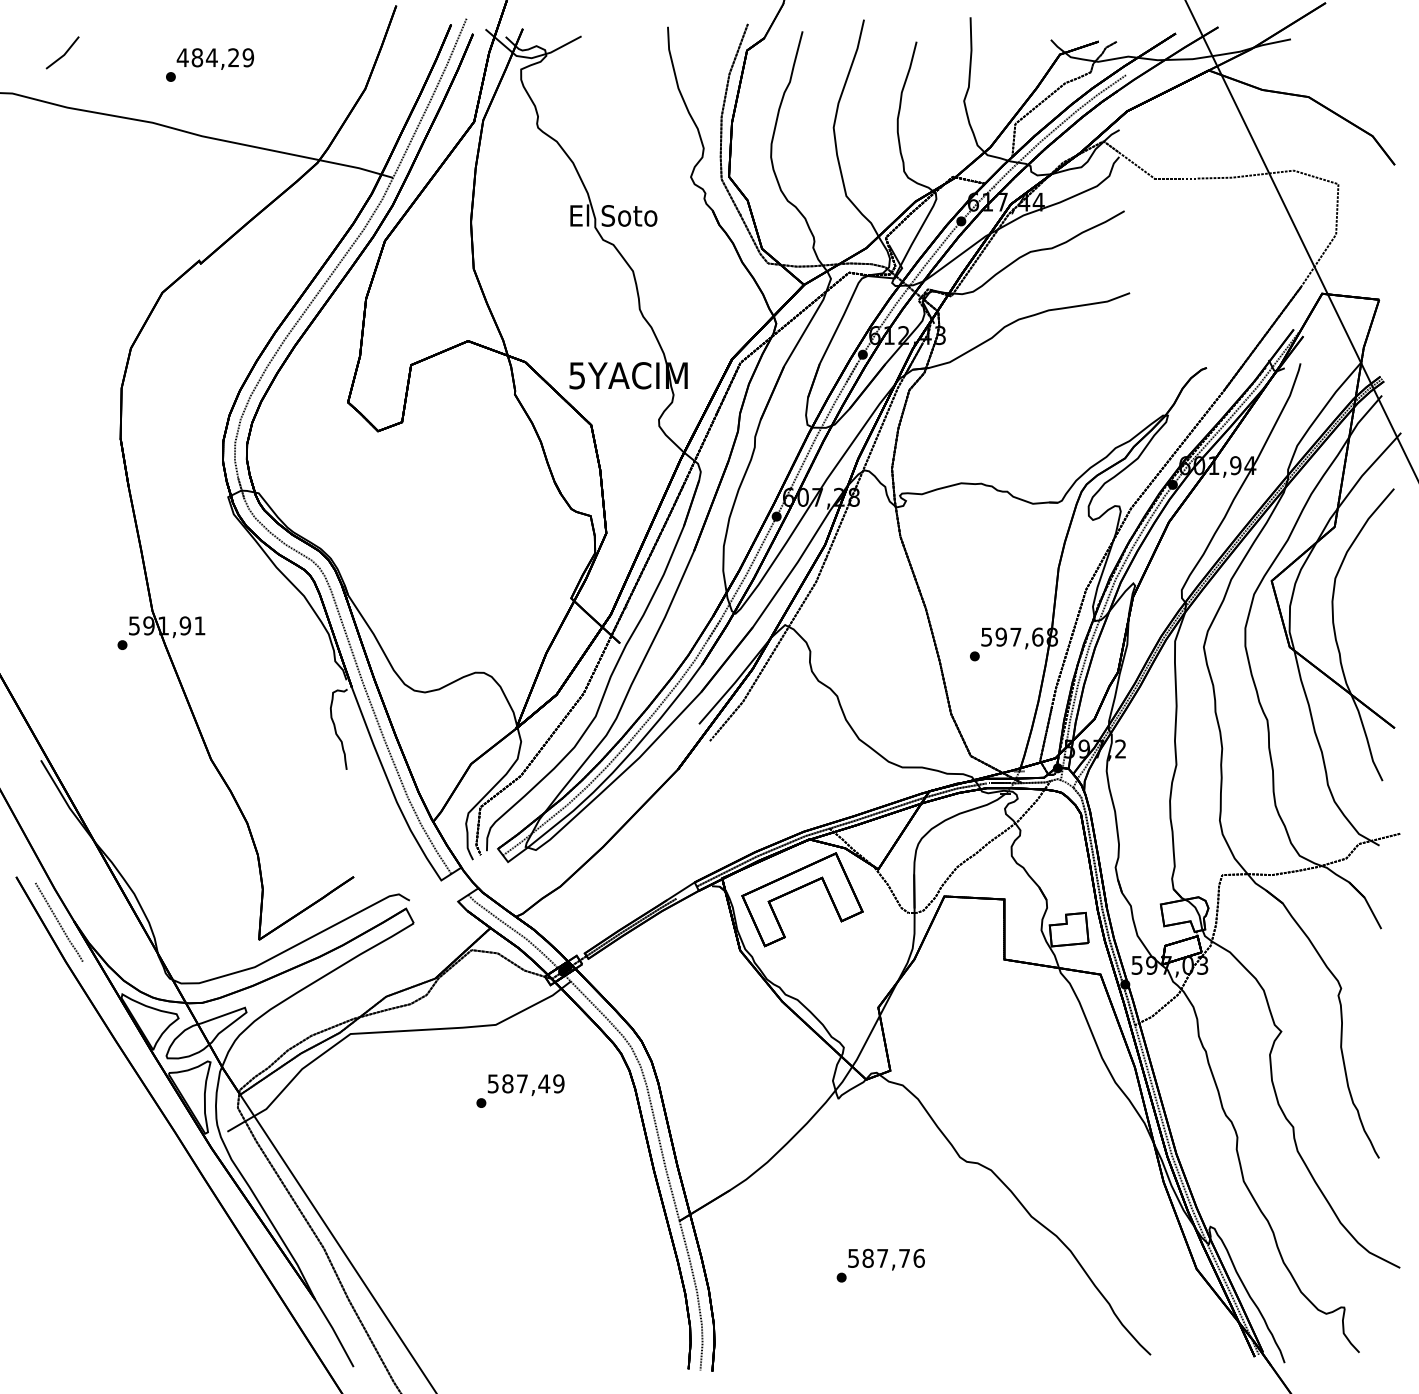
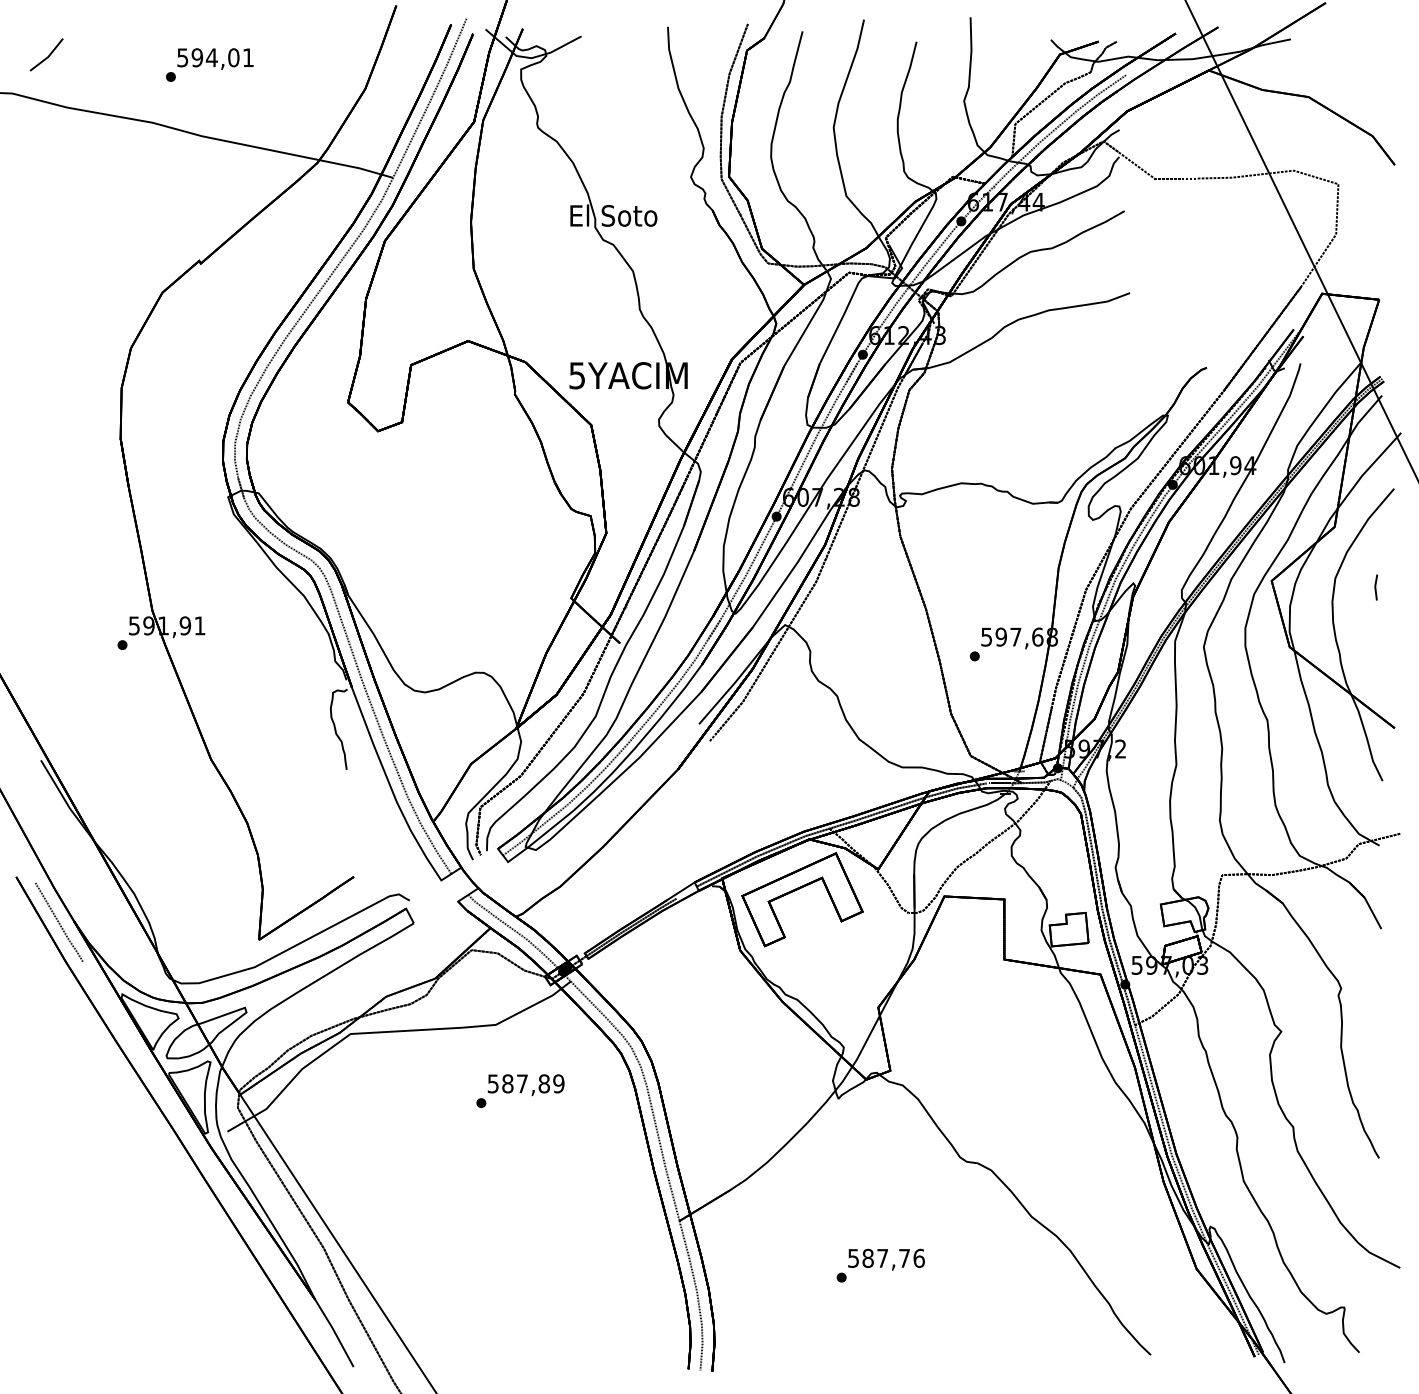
line at (64, 53) position: (64, 53) -> (48, 55)
text at (215, 57): 484,29 -> 594,01
line at (1375, 587): none -> present
text at (544, 1083): 587,49 -> 587,89
